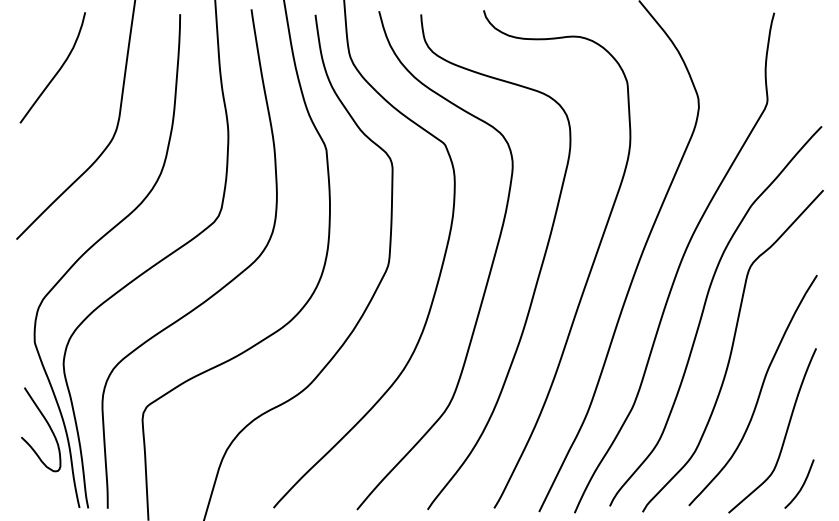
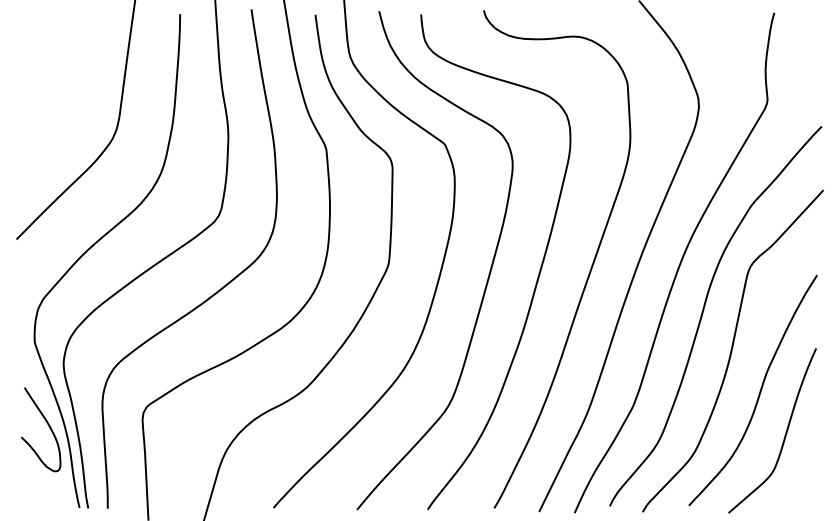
curve at (58, 69): present -> none
curve at (802, 484): present -> none
